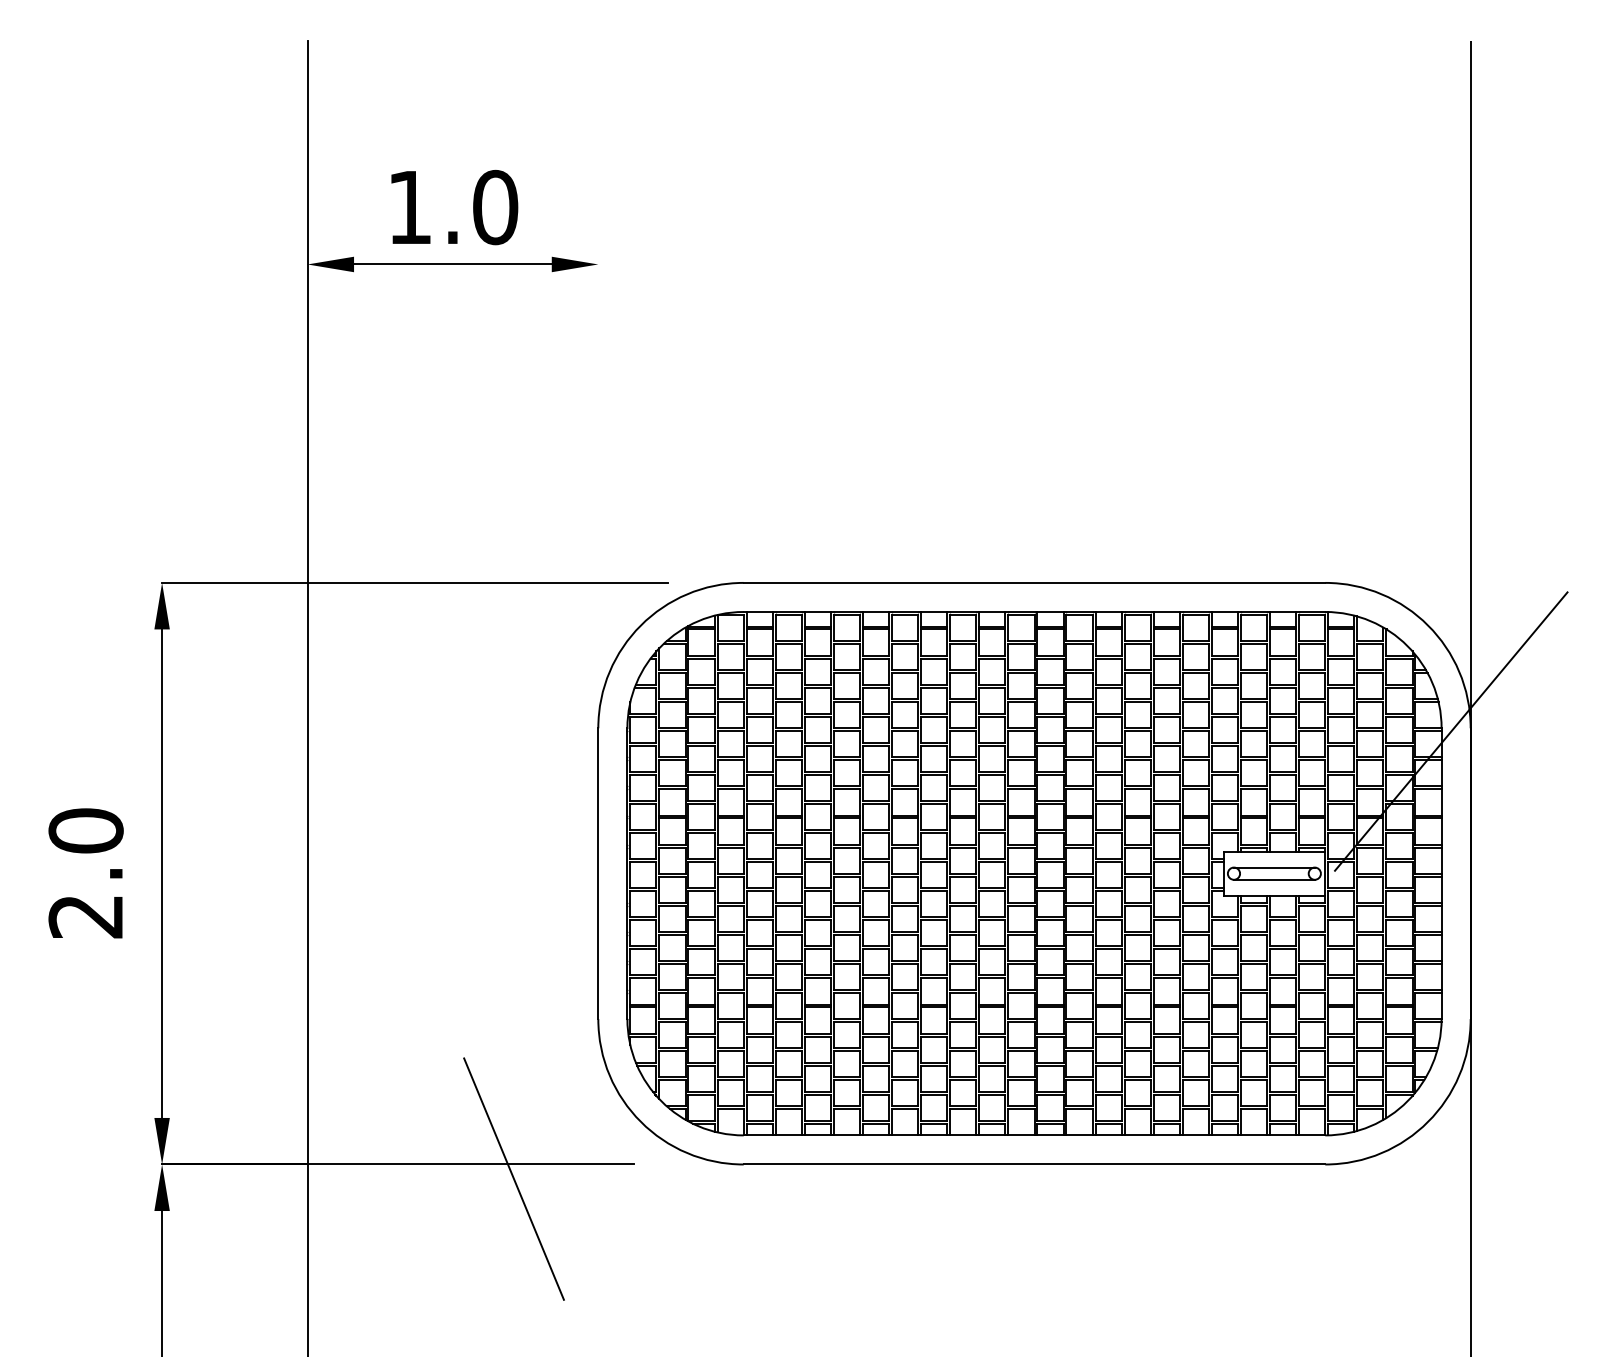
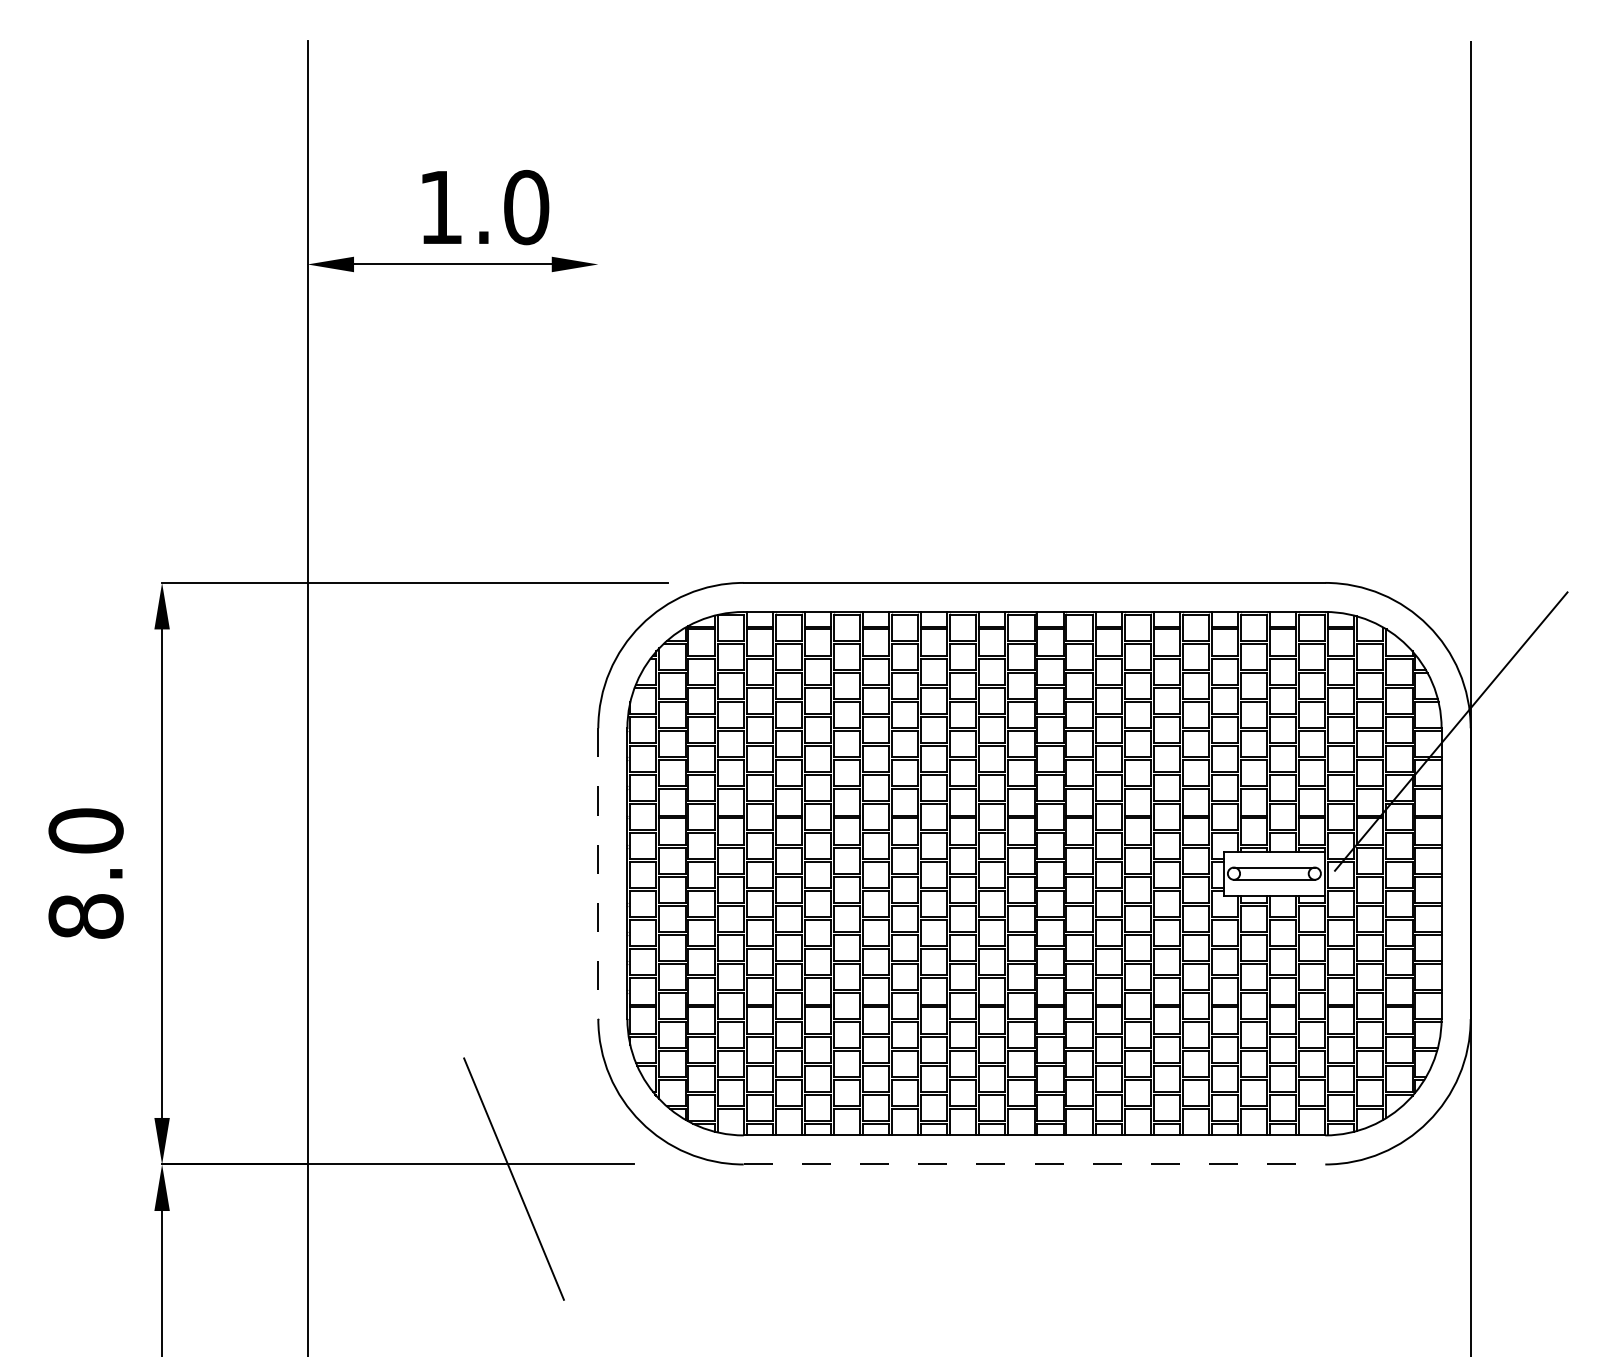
text at (454, 207) position: (454, 207) -> (485, 207)
line at (598, 874): solid -> dashed
text at (85, 916): 2.0 -> 8.0
line at (1034, 1164): solid -> dashed
